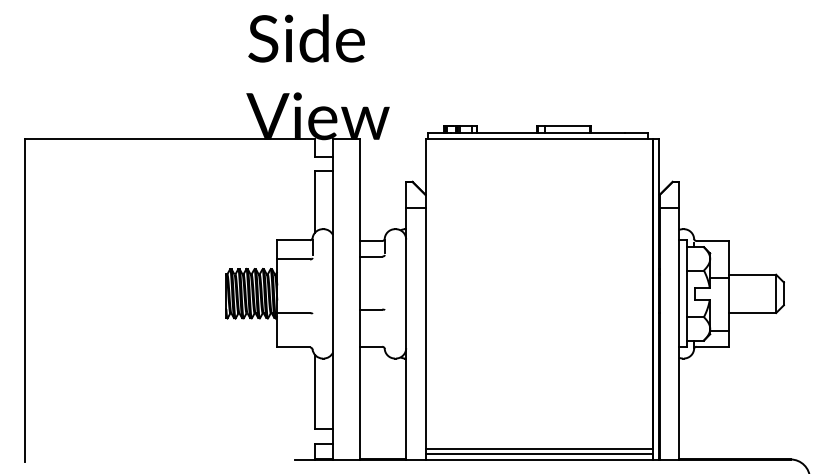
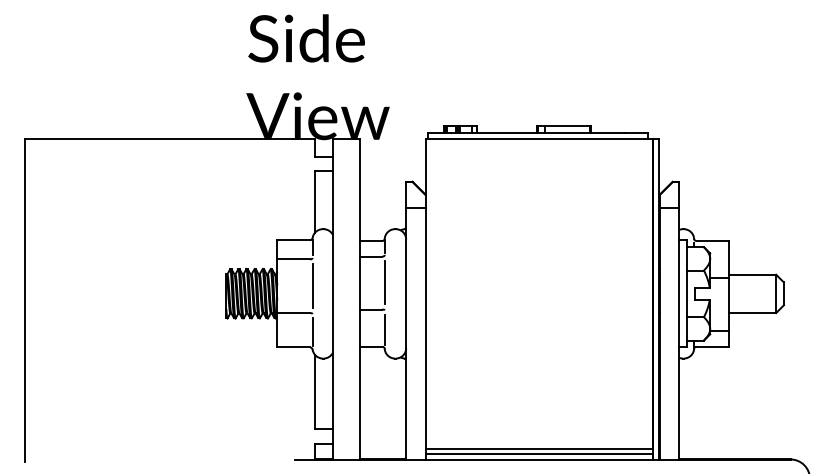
line at (384, 282): none -> present
line at (312, 285): none -> present
line at (384, 329): none -> present
line at (312, 332): none -> present
